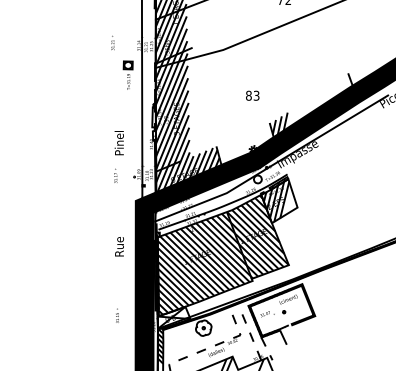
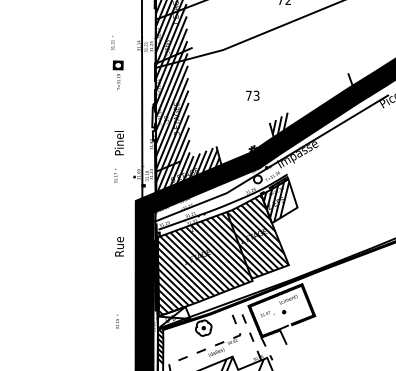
part at (127, 74) position: (127, 74) -> (117, 74)
text at (248, 95): 83 -> 73
part at (117, 315) position: (117, 315) -> (117, 321)
